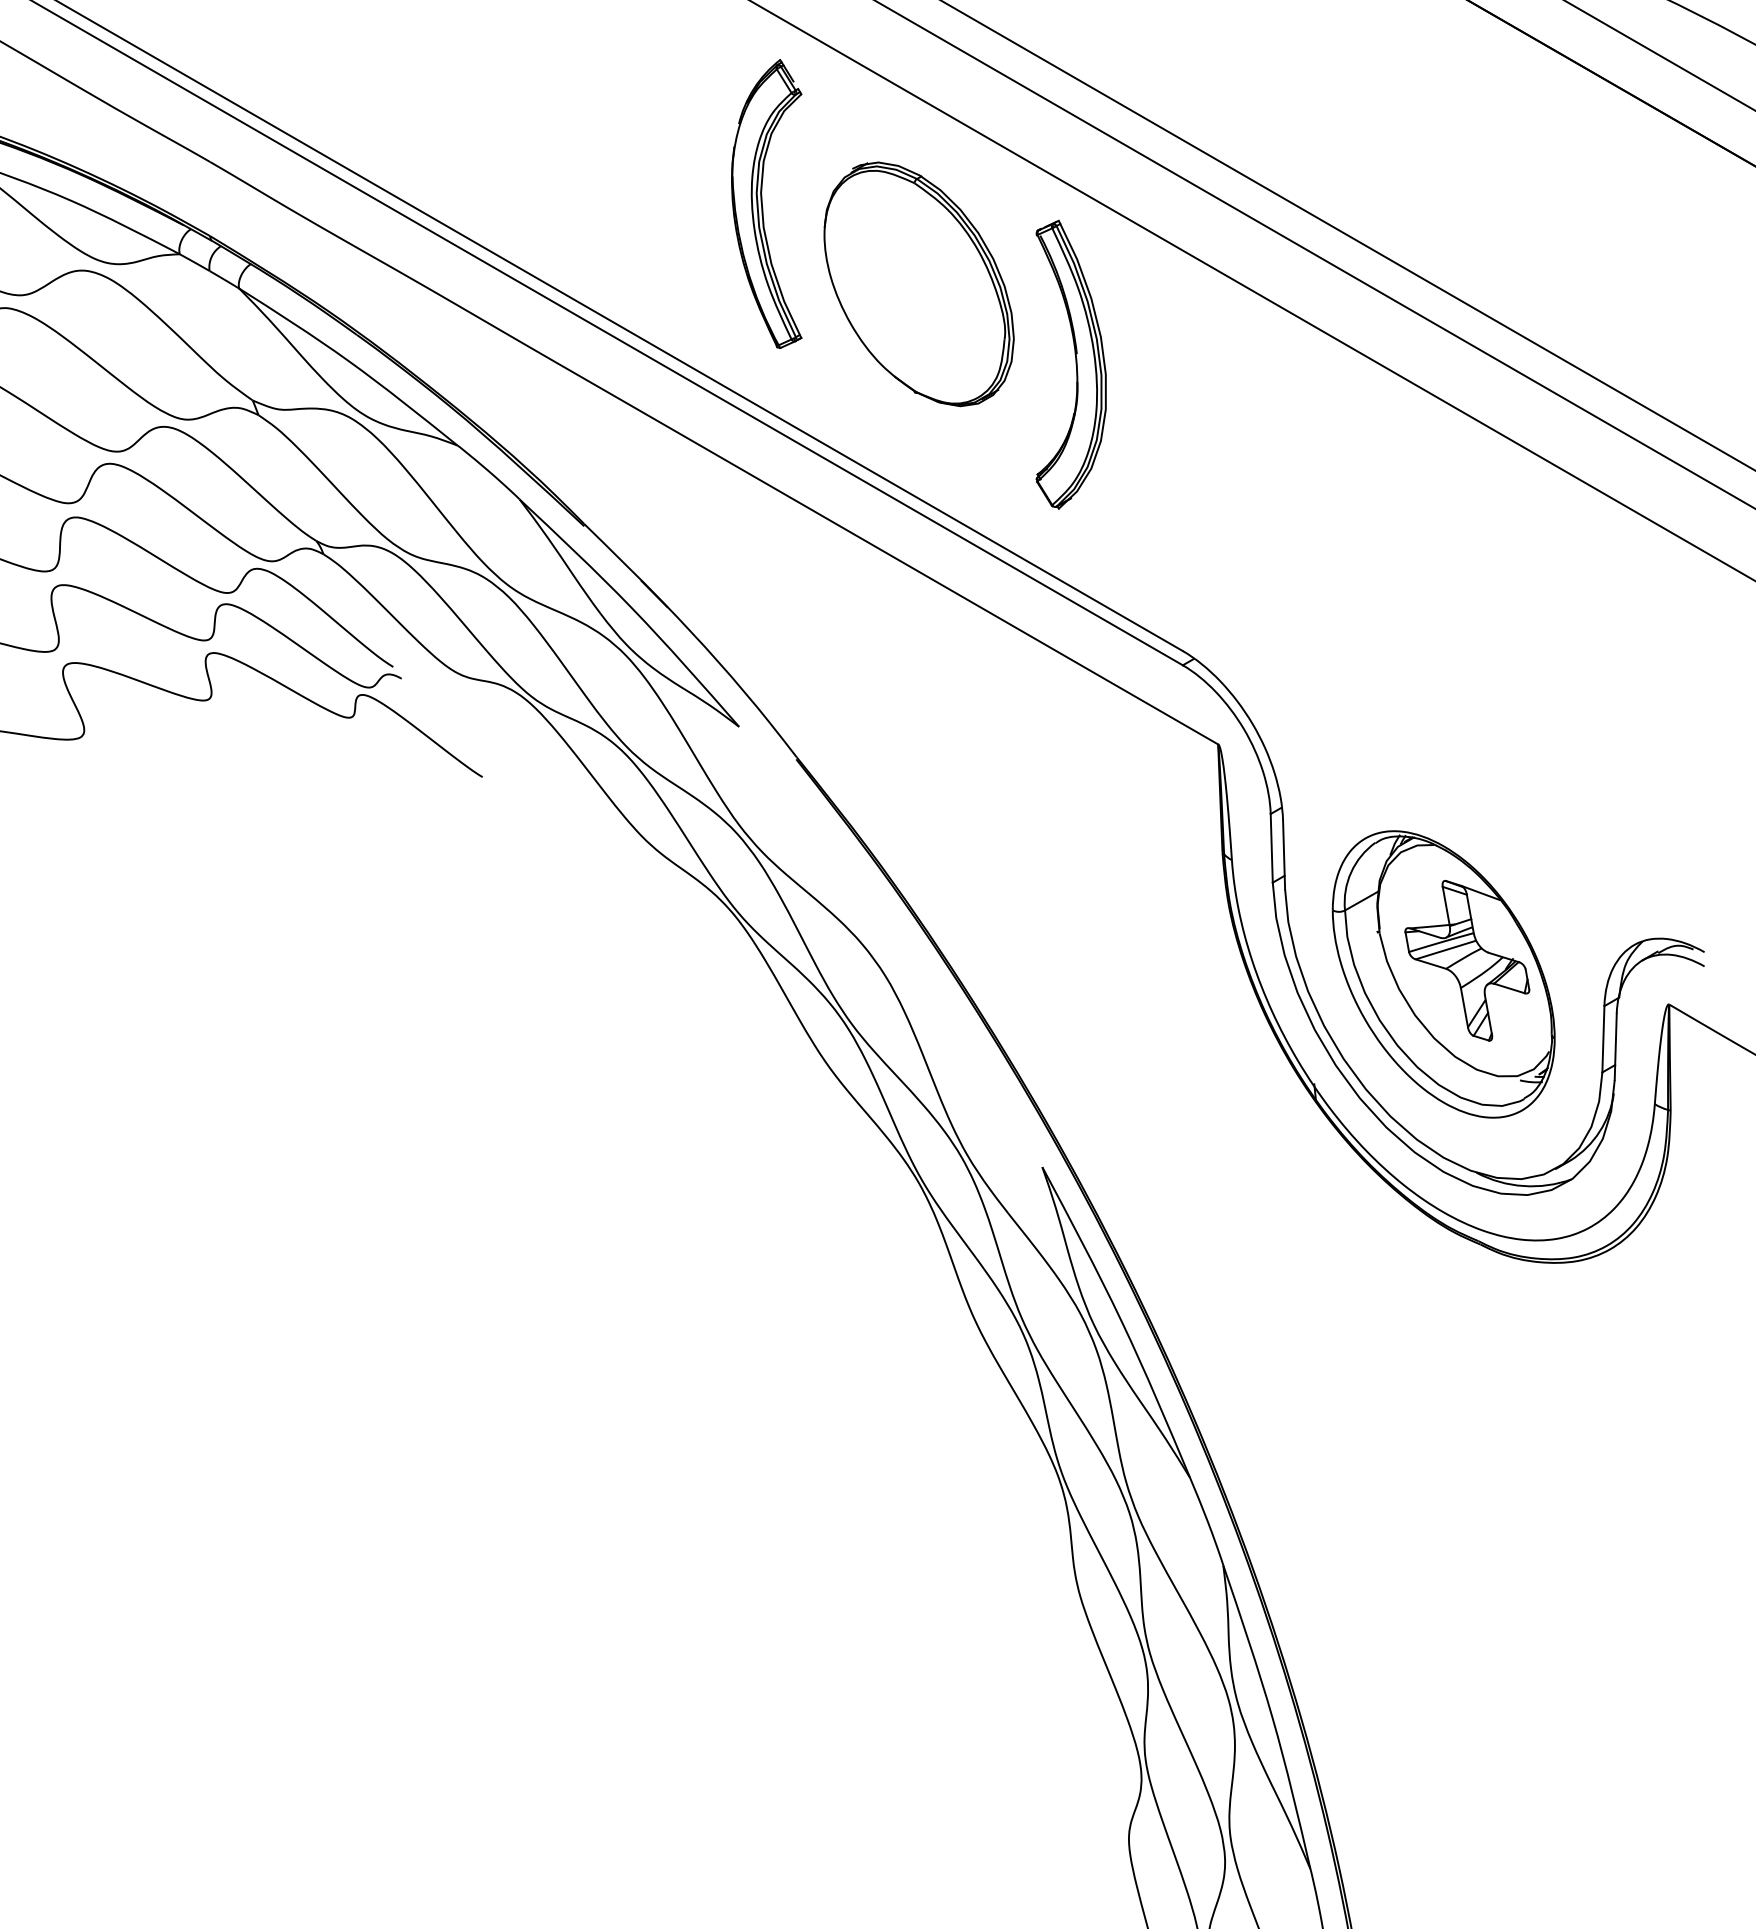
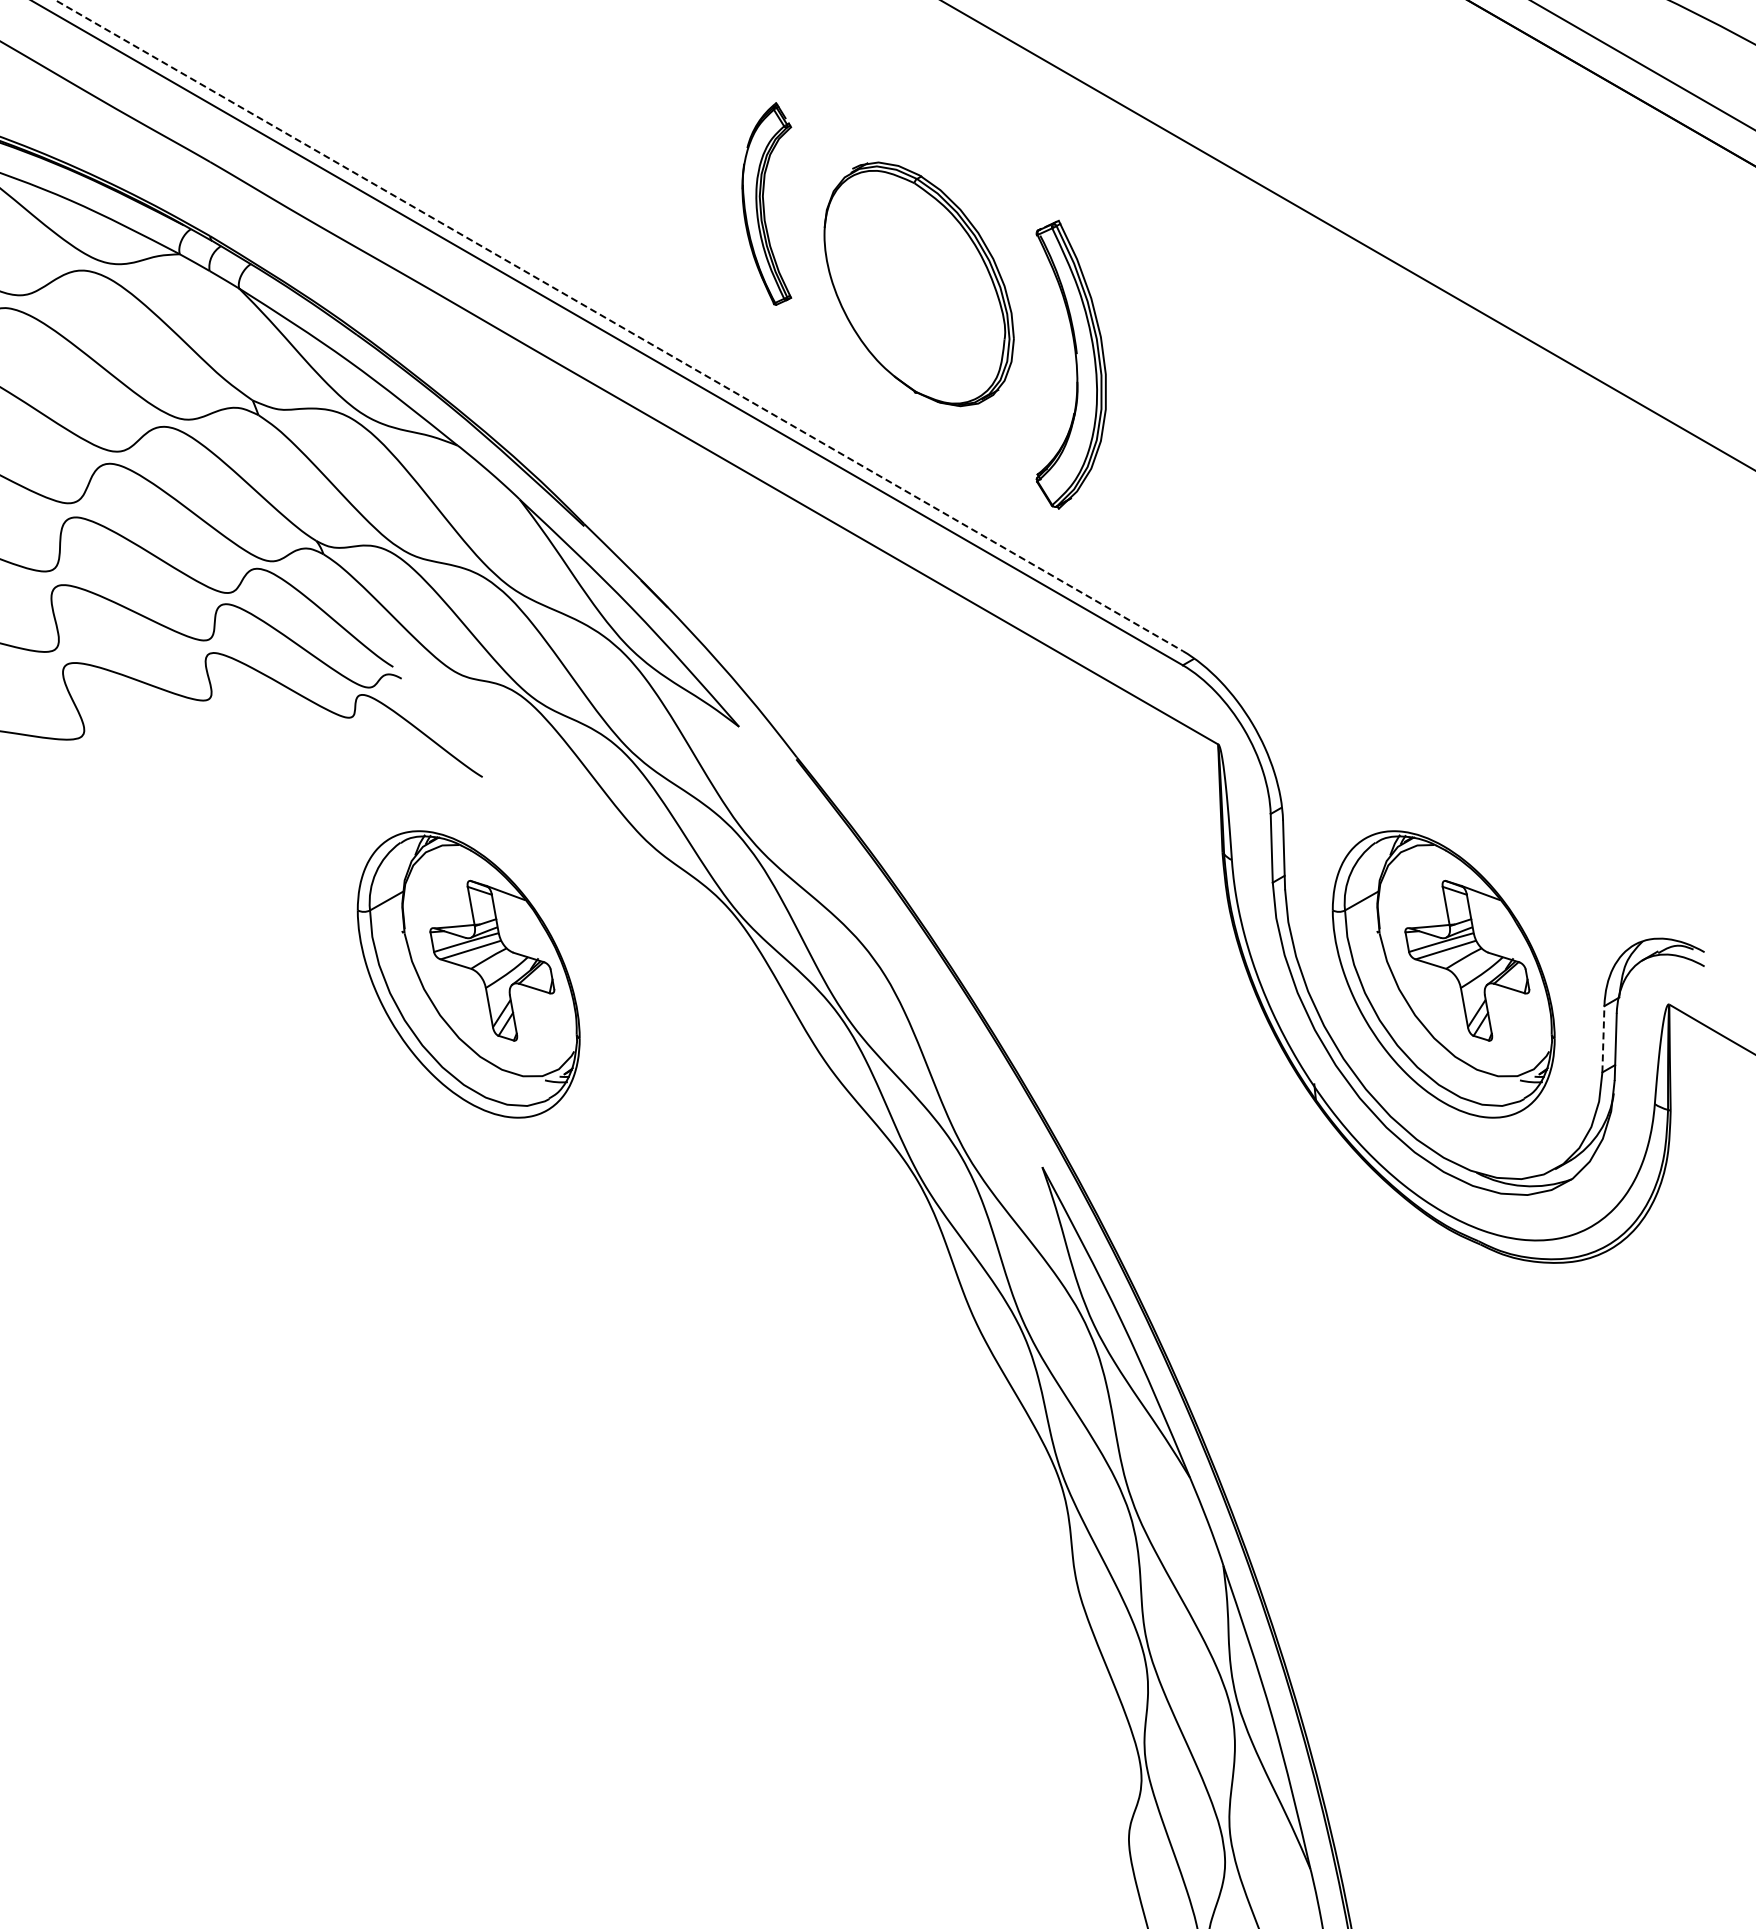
line at (1659, 55) position: (1659, 55) -> (1642, 65)
part at (766, 203) size: 72x290 px -> 52x204 px
line at (1314, 254): present -> none
line at (1252, 290): present -> none
line at (619, 325): solid -> dashed
part at (468, 974): none -> present
line at (1603, 1038): solid -> dashed
